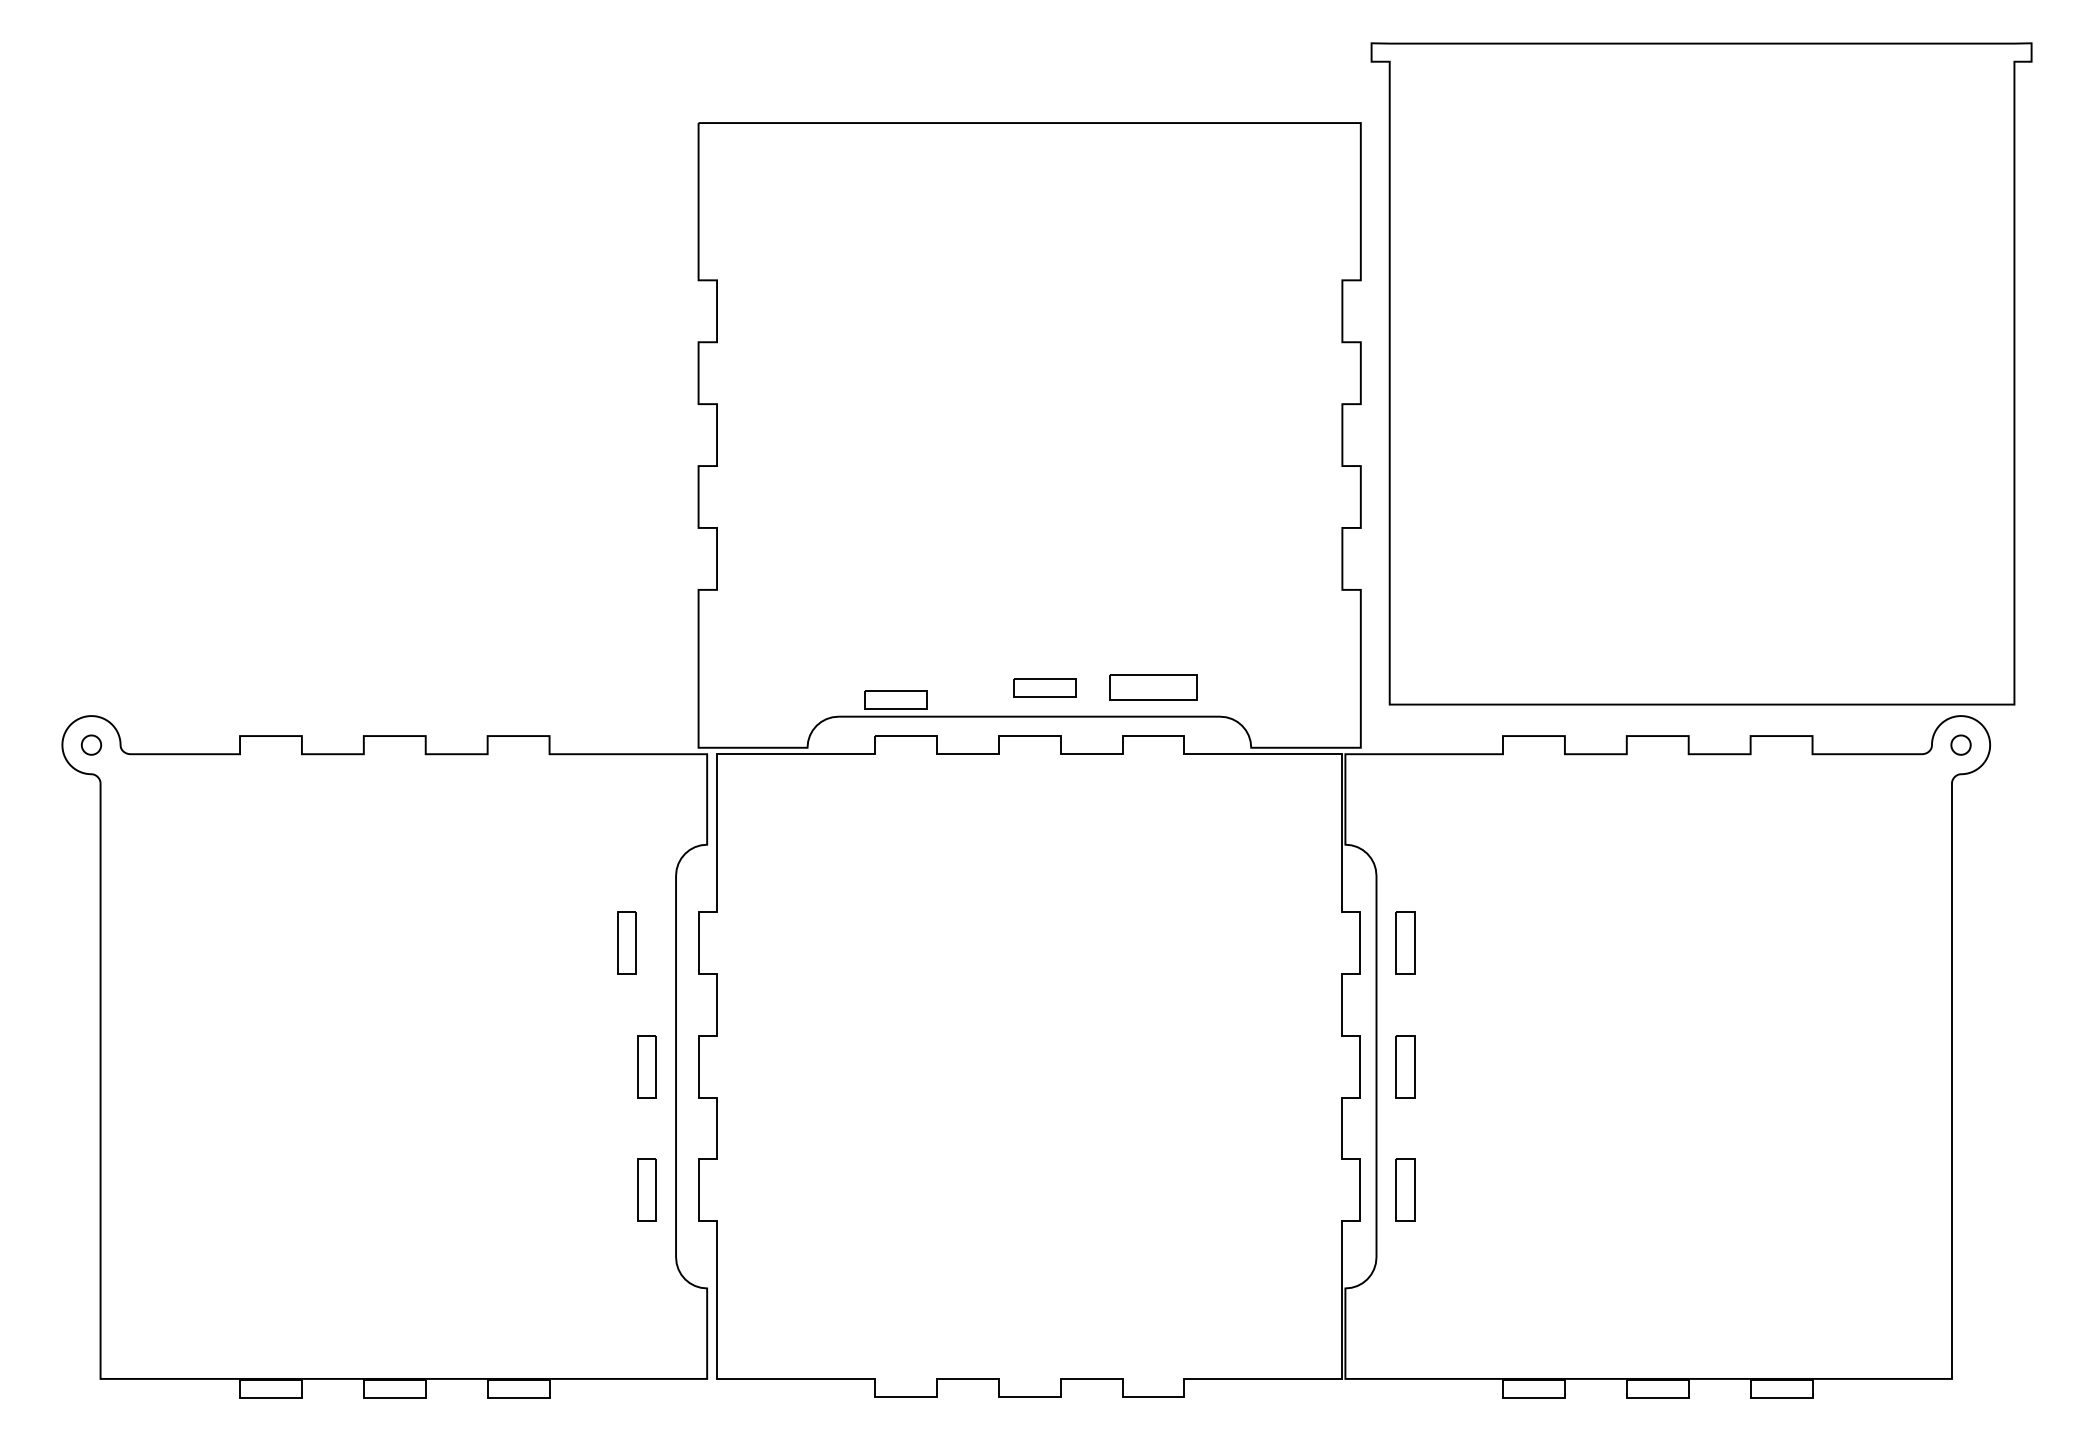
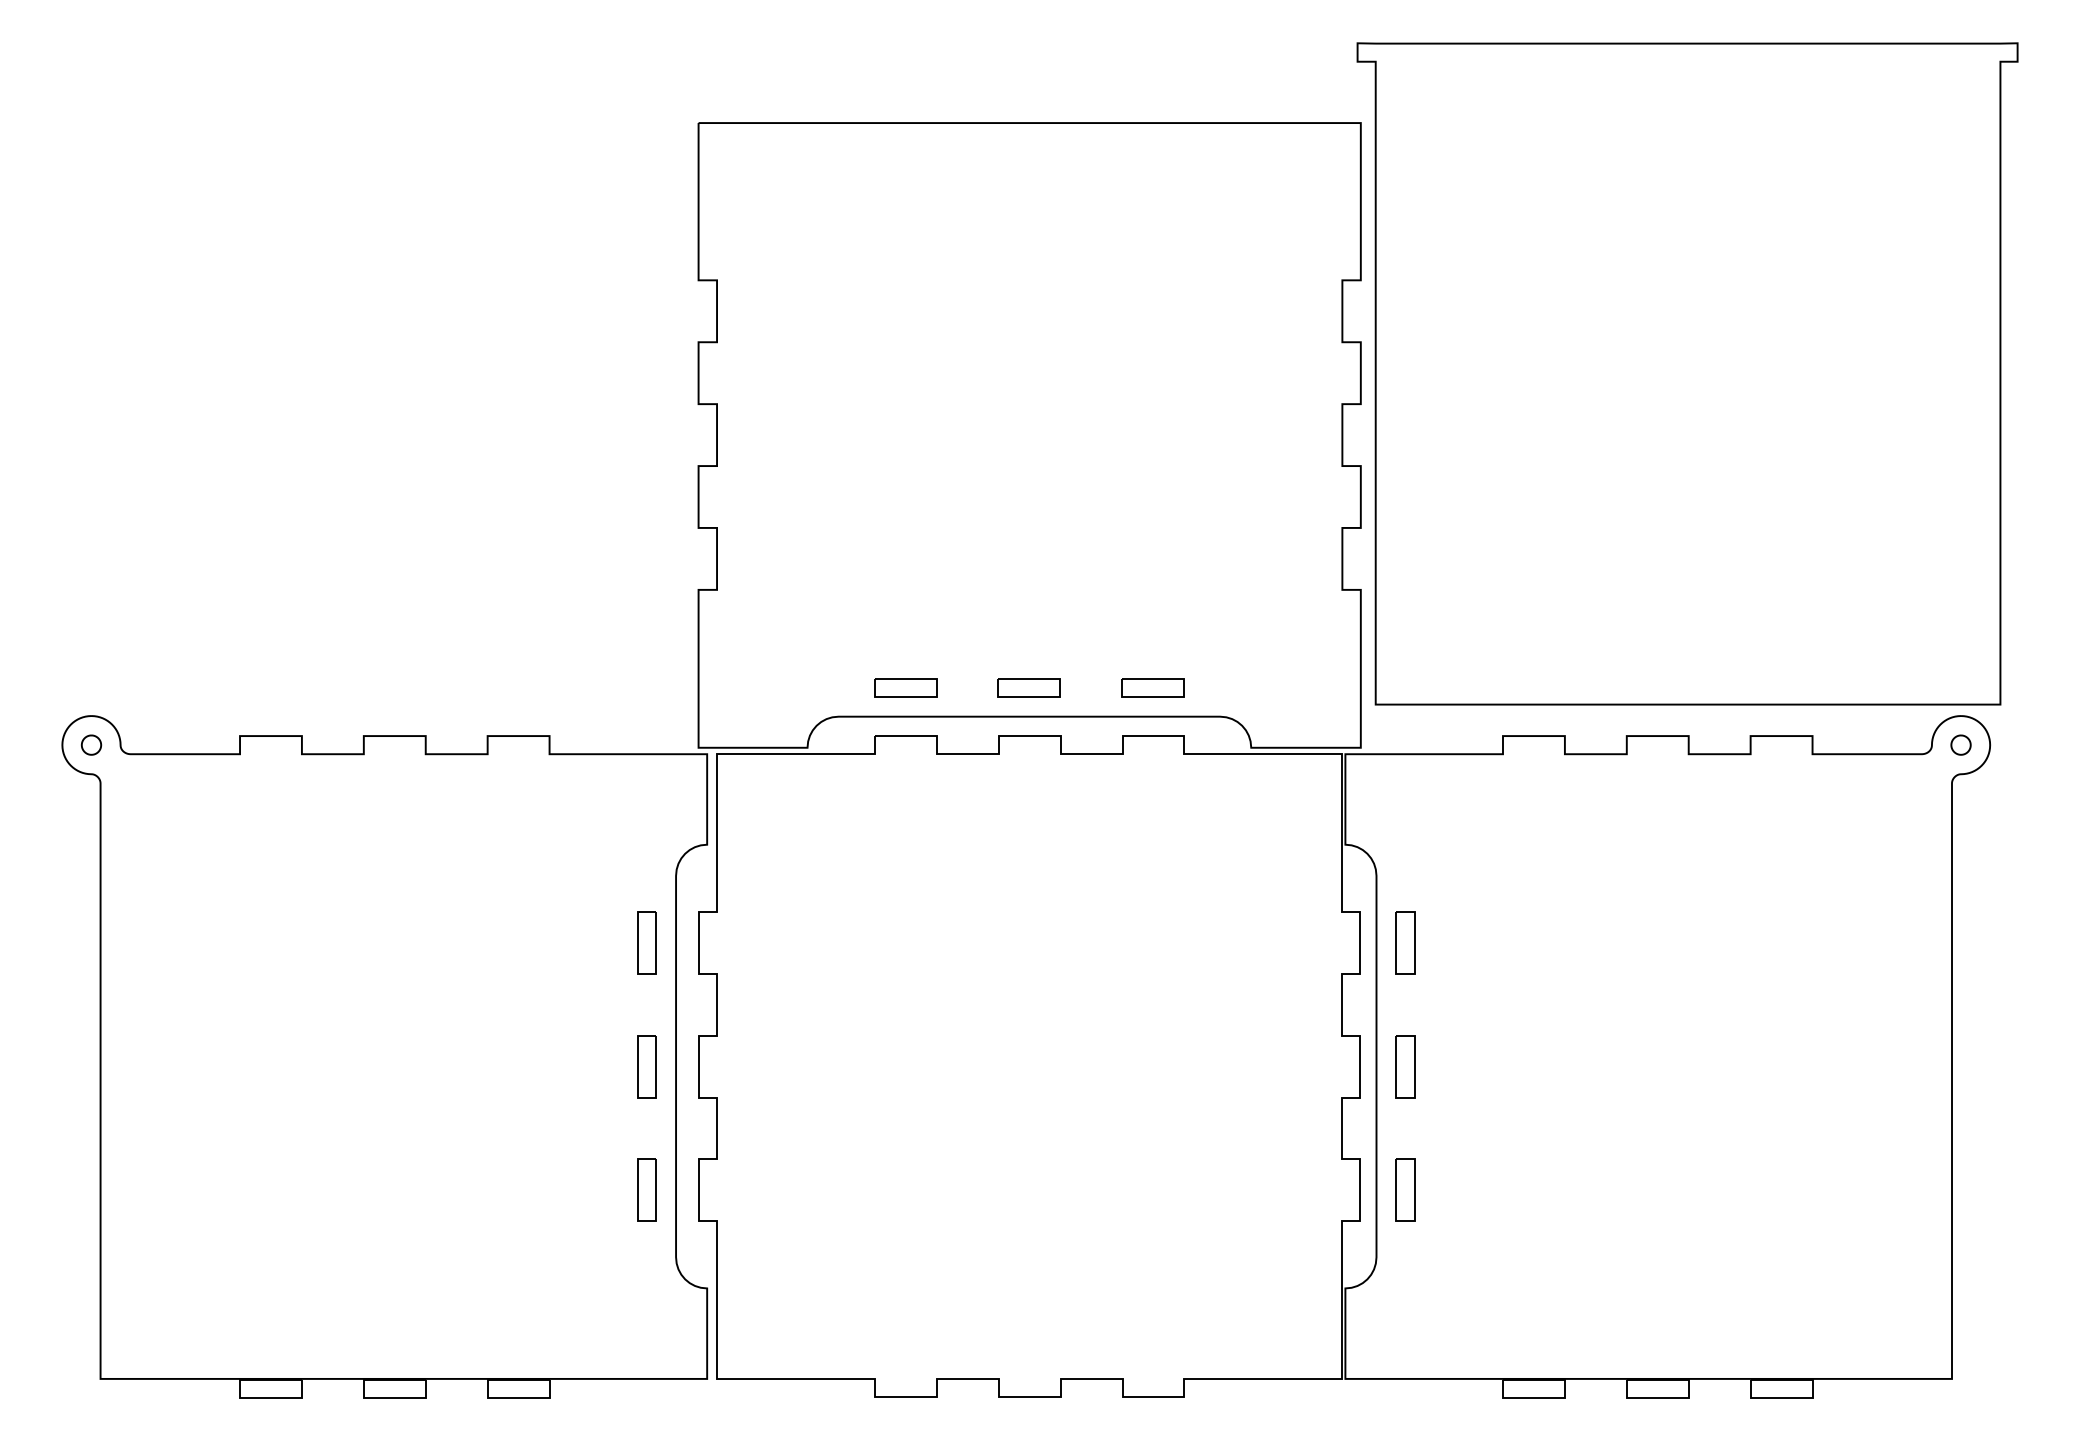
part at (1701, 373) position: (1701, 373) -> (1687, 373)
part at (1044, 687) position: (1044, 687) -> (1028, 687)
part at (1153, 687) size: 89x27 px -> 64x20 px
part at (895, 699) position: (895, 699) -> (905, 687)
part at (626, 942) position: (626, 942) -> (646, 942)
